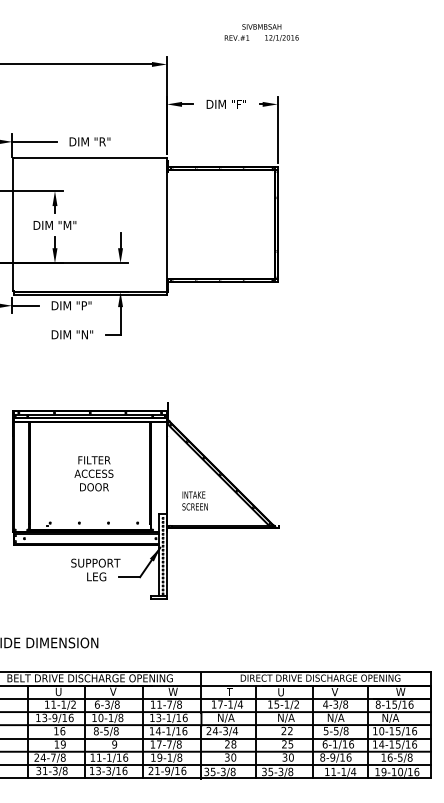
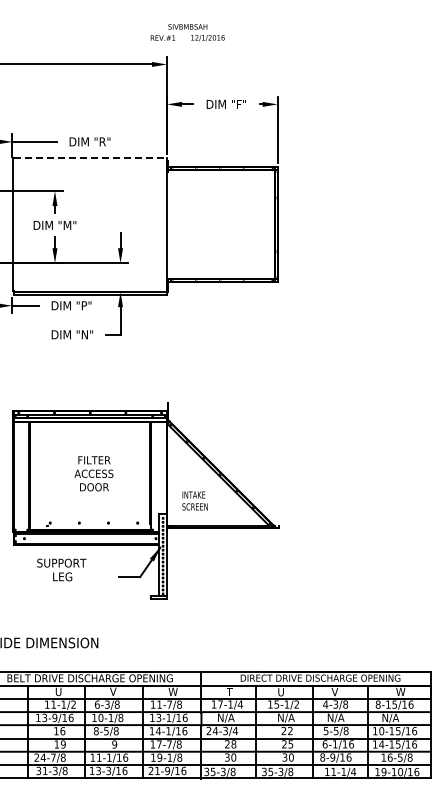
text at (261, 32) position: (261, 32) -> (187, 32)
line at (90, 157): solid -> dashed
text at (95, 569) position: (95, 569) -> (61, 569)
